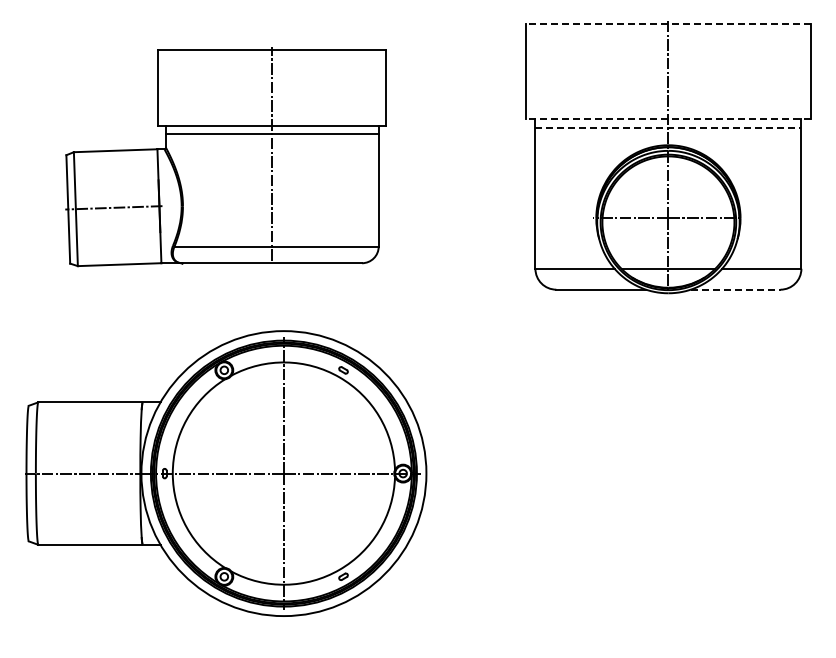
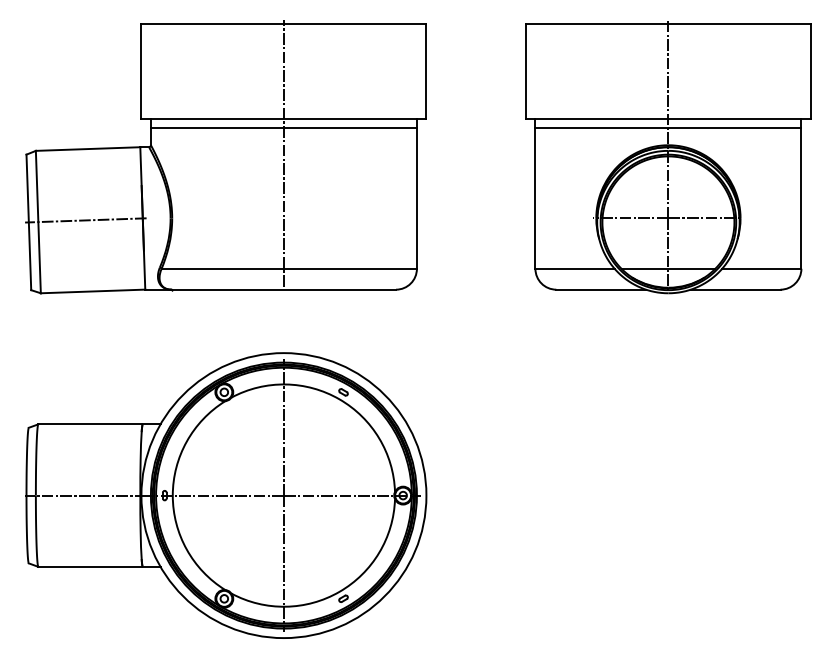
line at (667, 23): dashed -> solid
line at (667, 118): dashed -> solid
line at (668, 128): dashed -> solid
part at (225, 157) size: 322x221 px -> 402x275 px
line at (735, 289): dashed -> solid
part at (226, 473) position: (226, 473) -> (226, 495)
